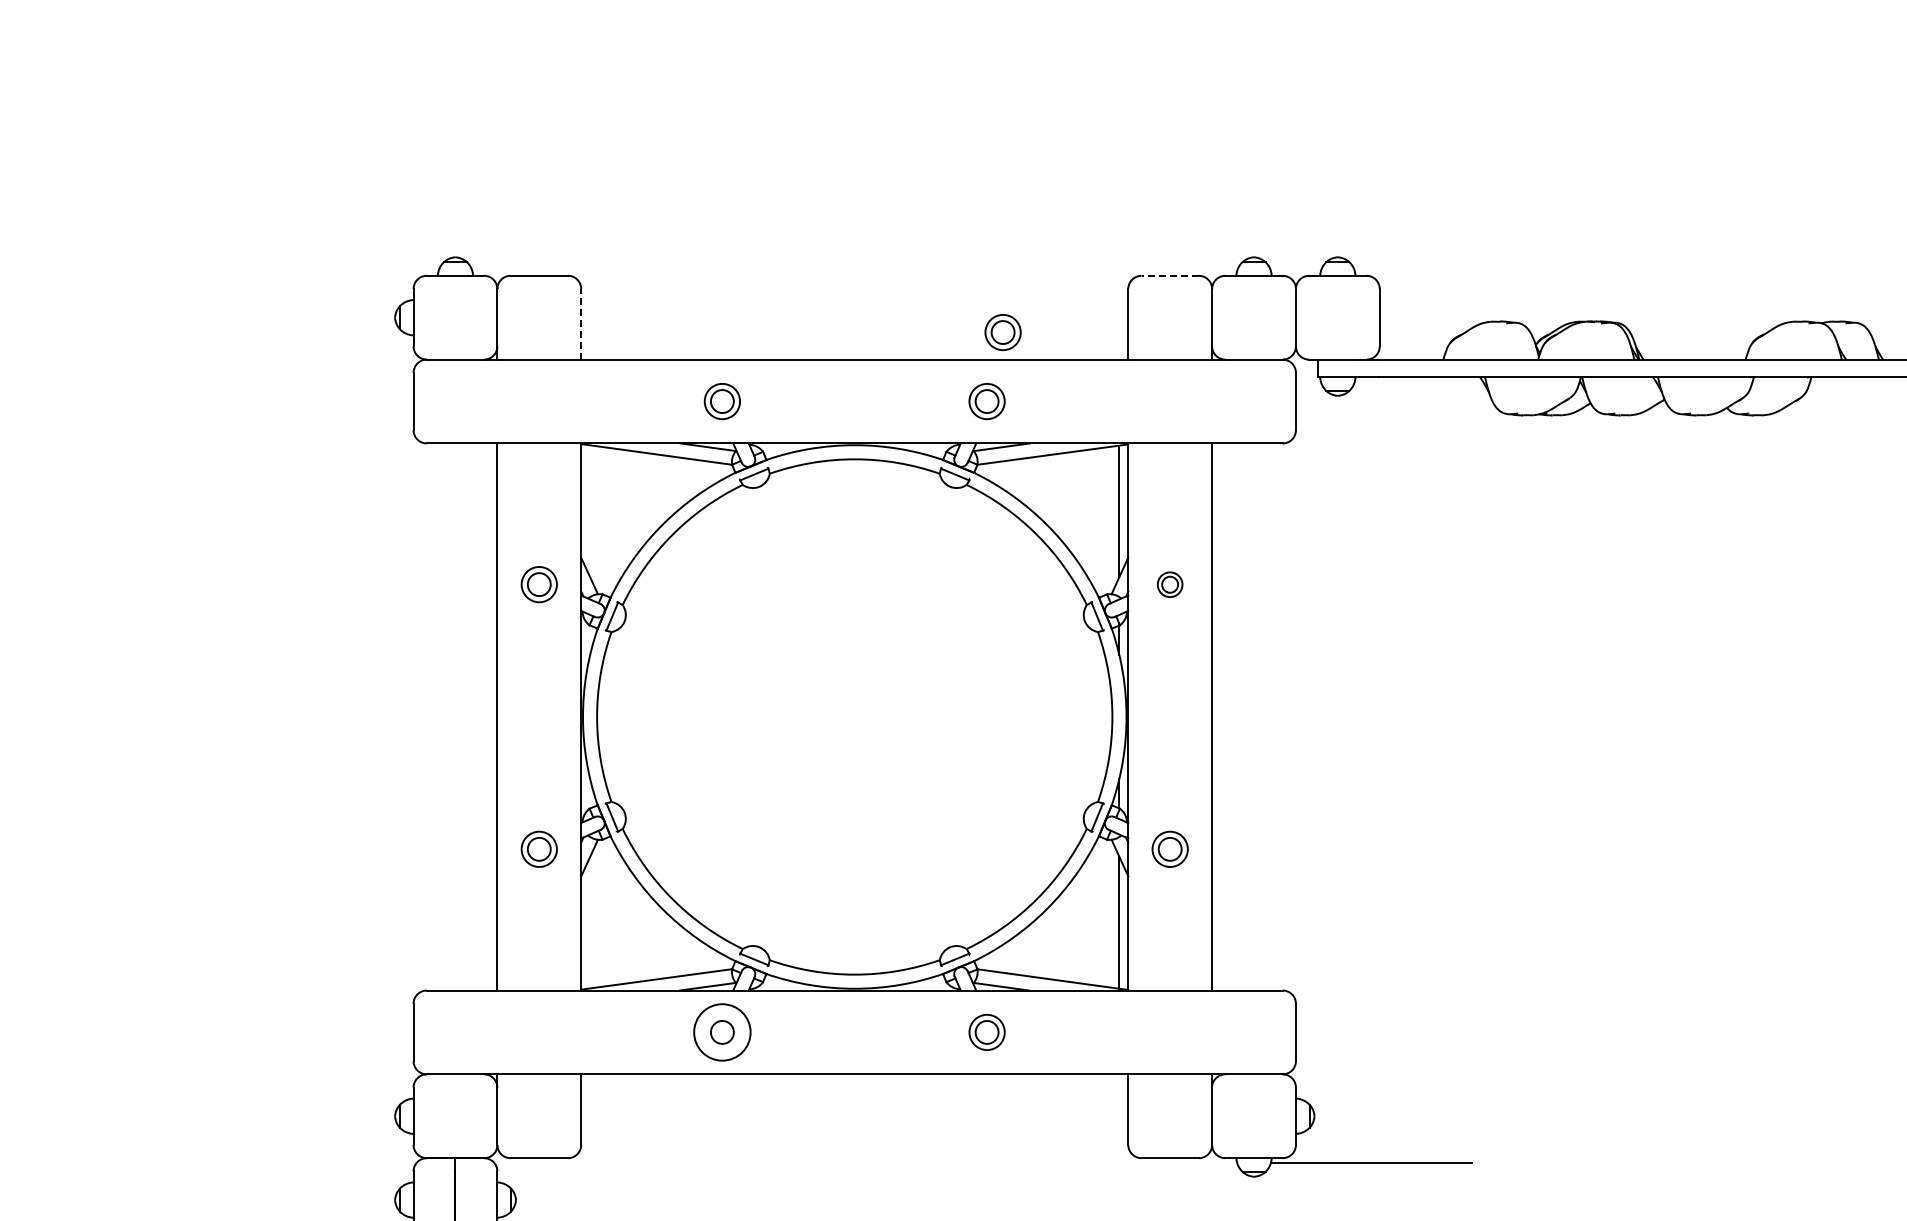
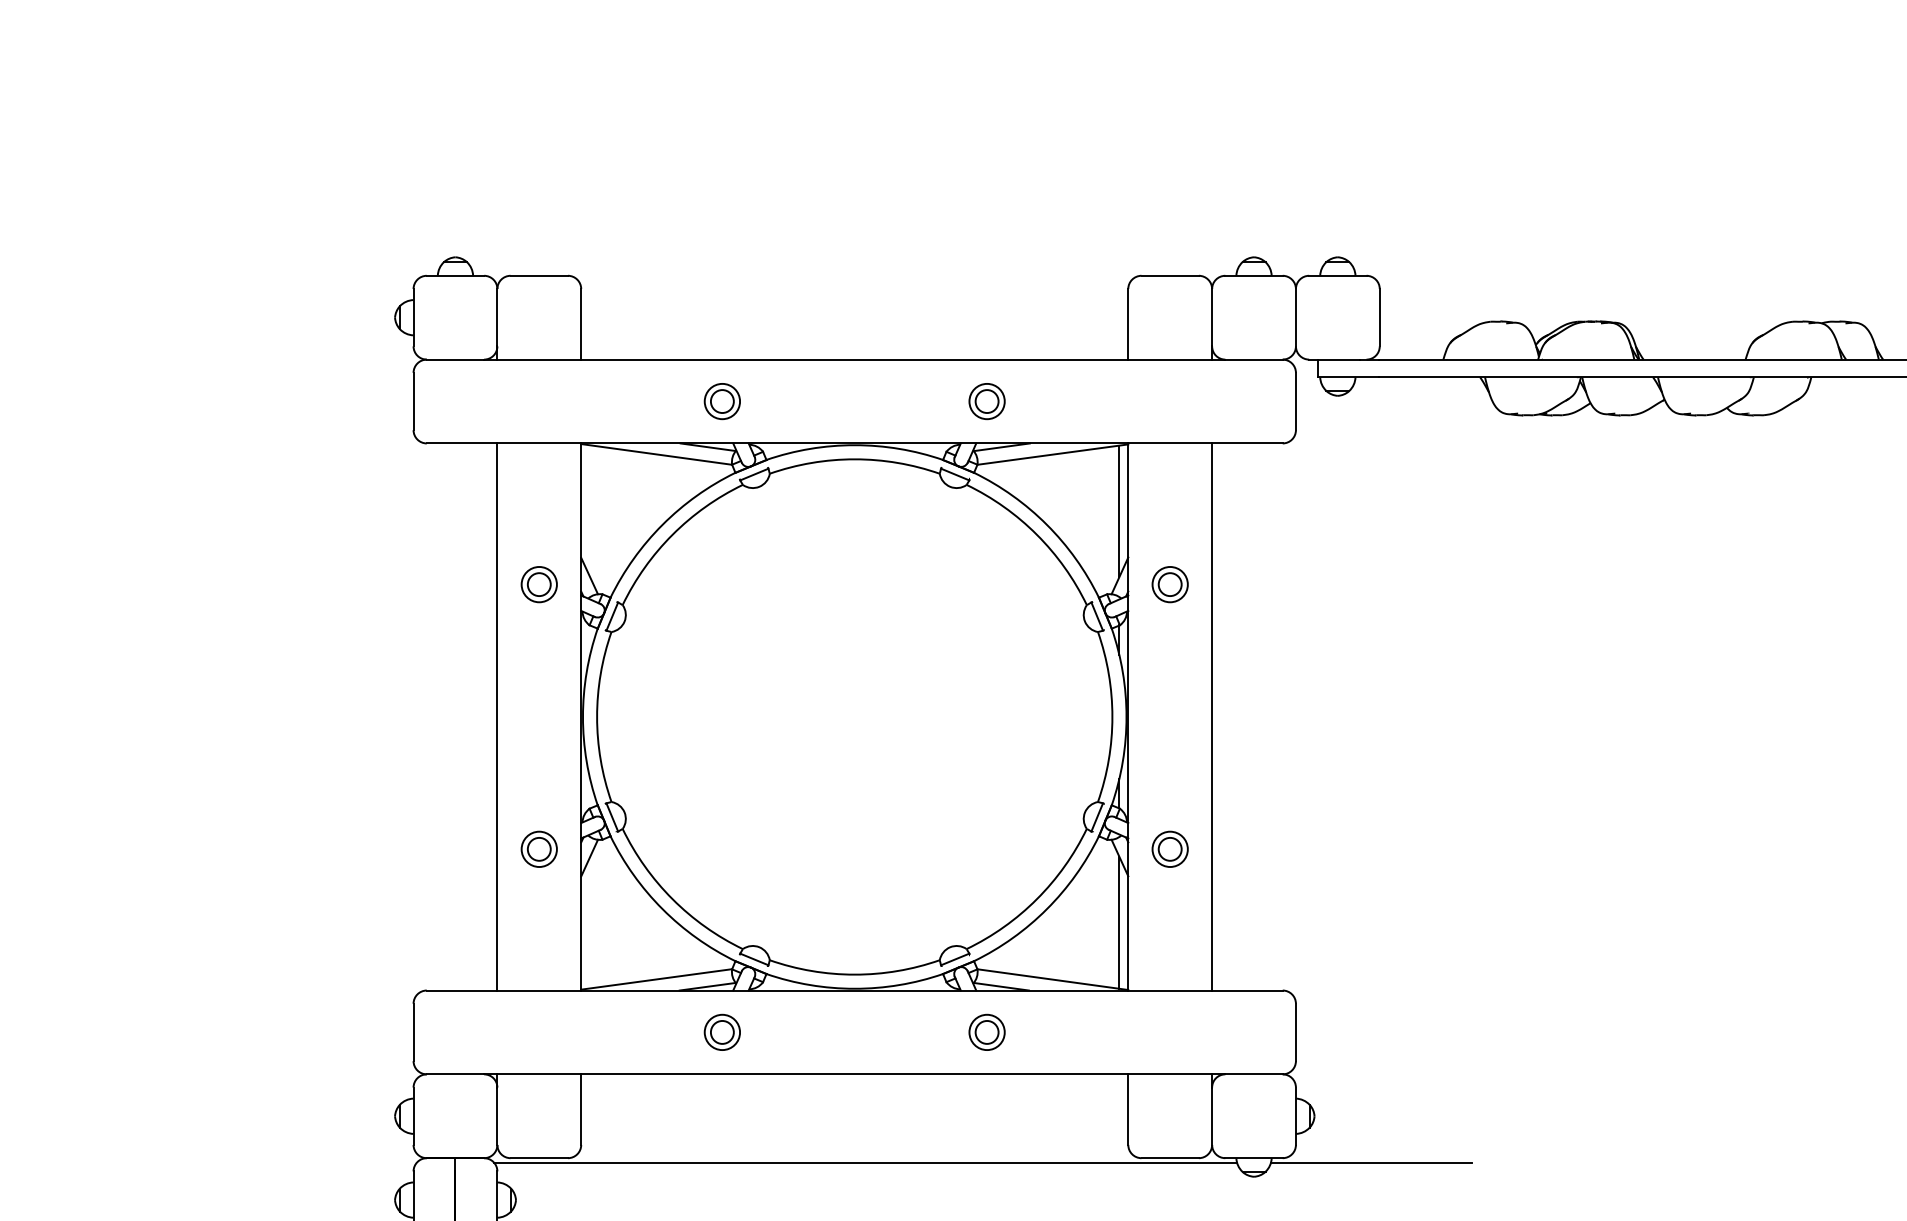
line at (1170, 275): dashed -> solid
line at (581, 323): dashed -> solid
part at (1002, 332): present -> none
part at (1169, 584) size: 28x27 px -> 38x38 px
circle at (722, 1032) diameter: 56 px -> 35 px
line at (865, 1162): none -> present
